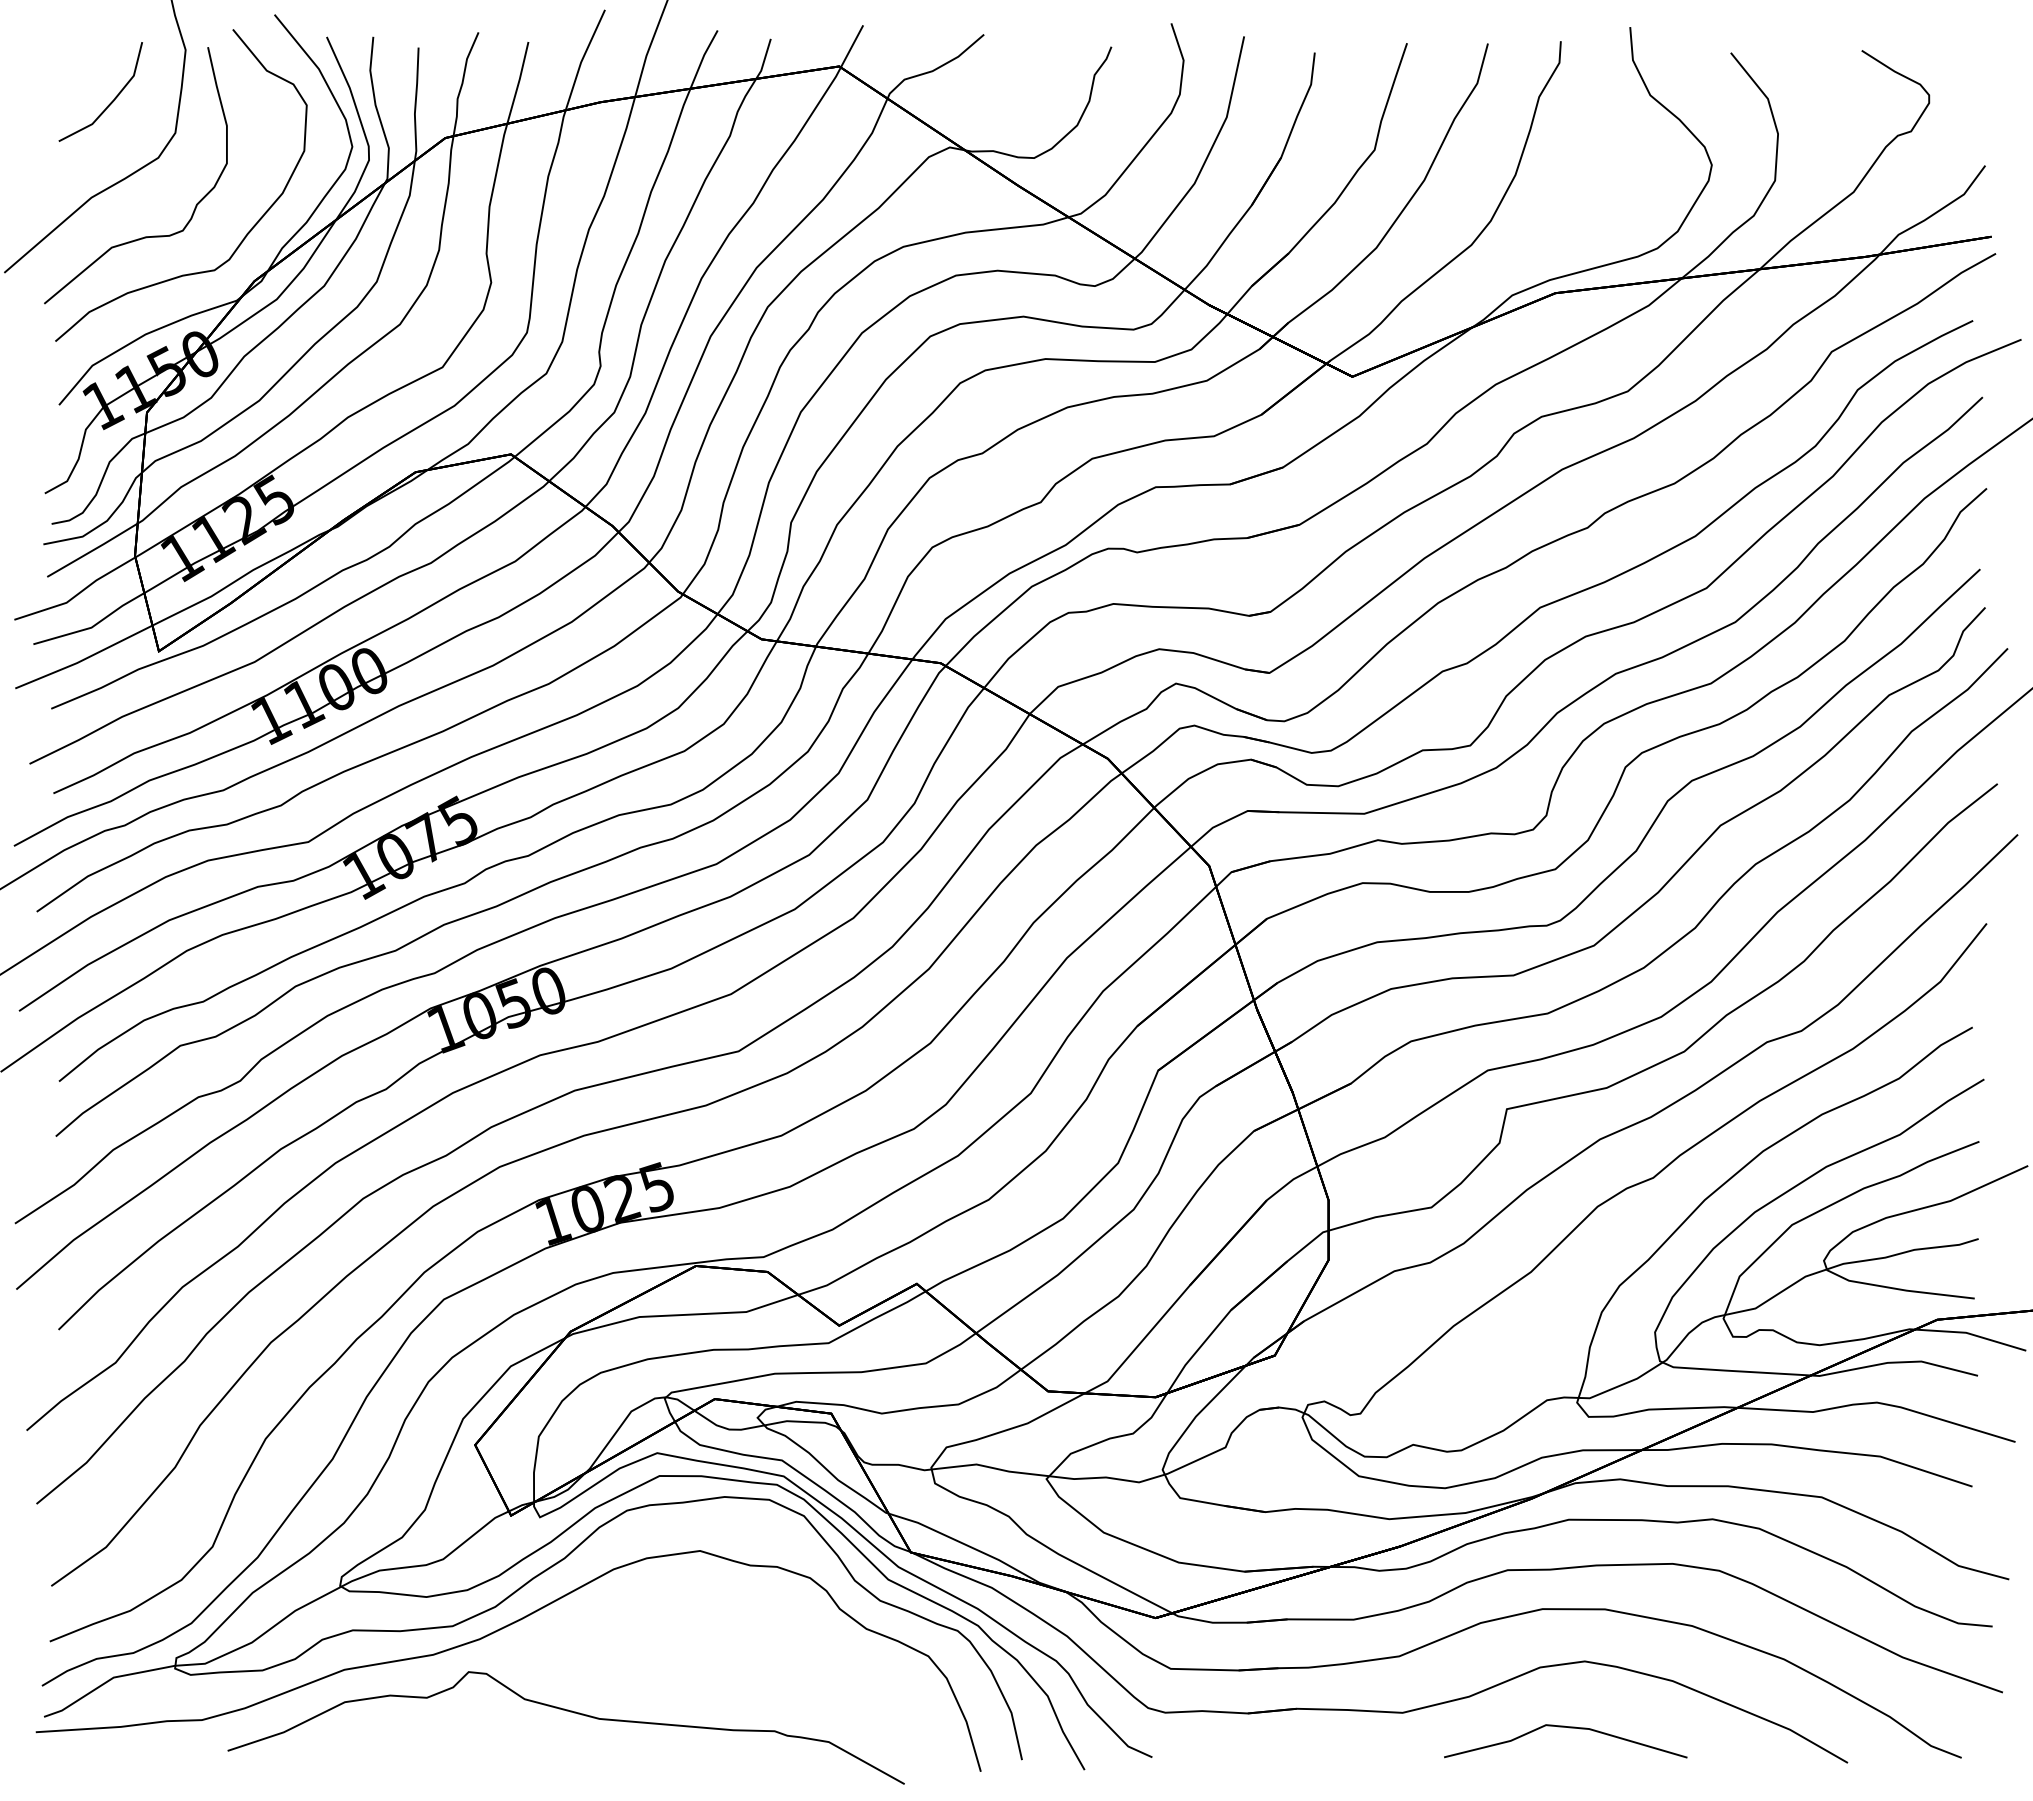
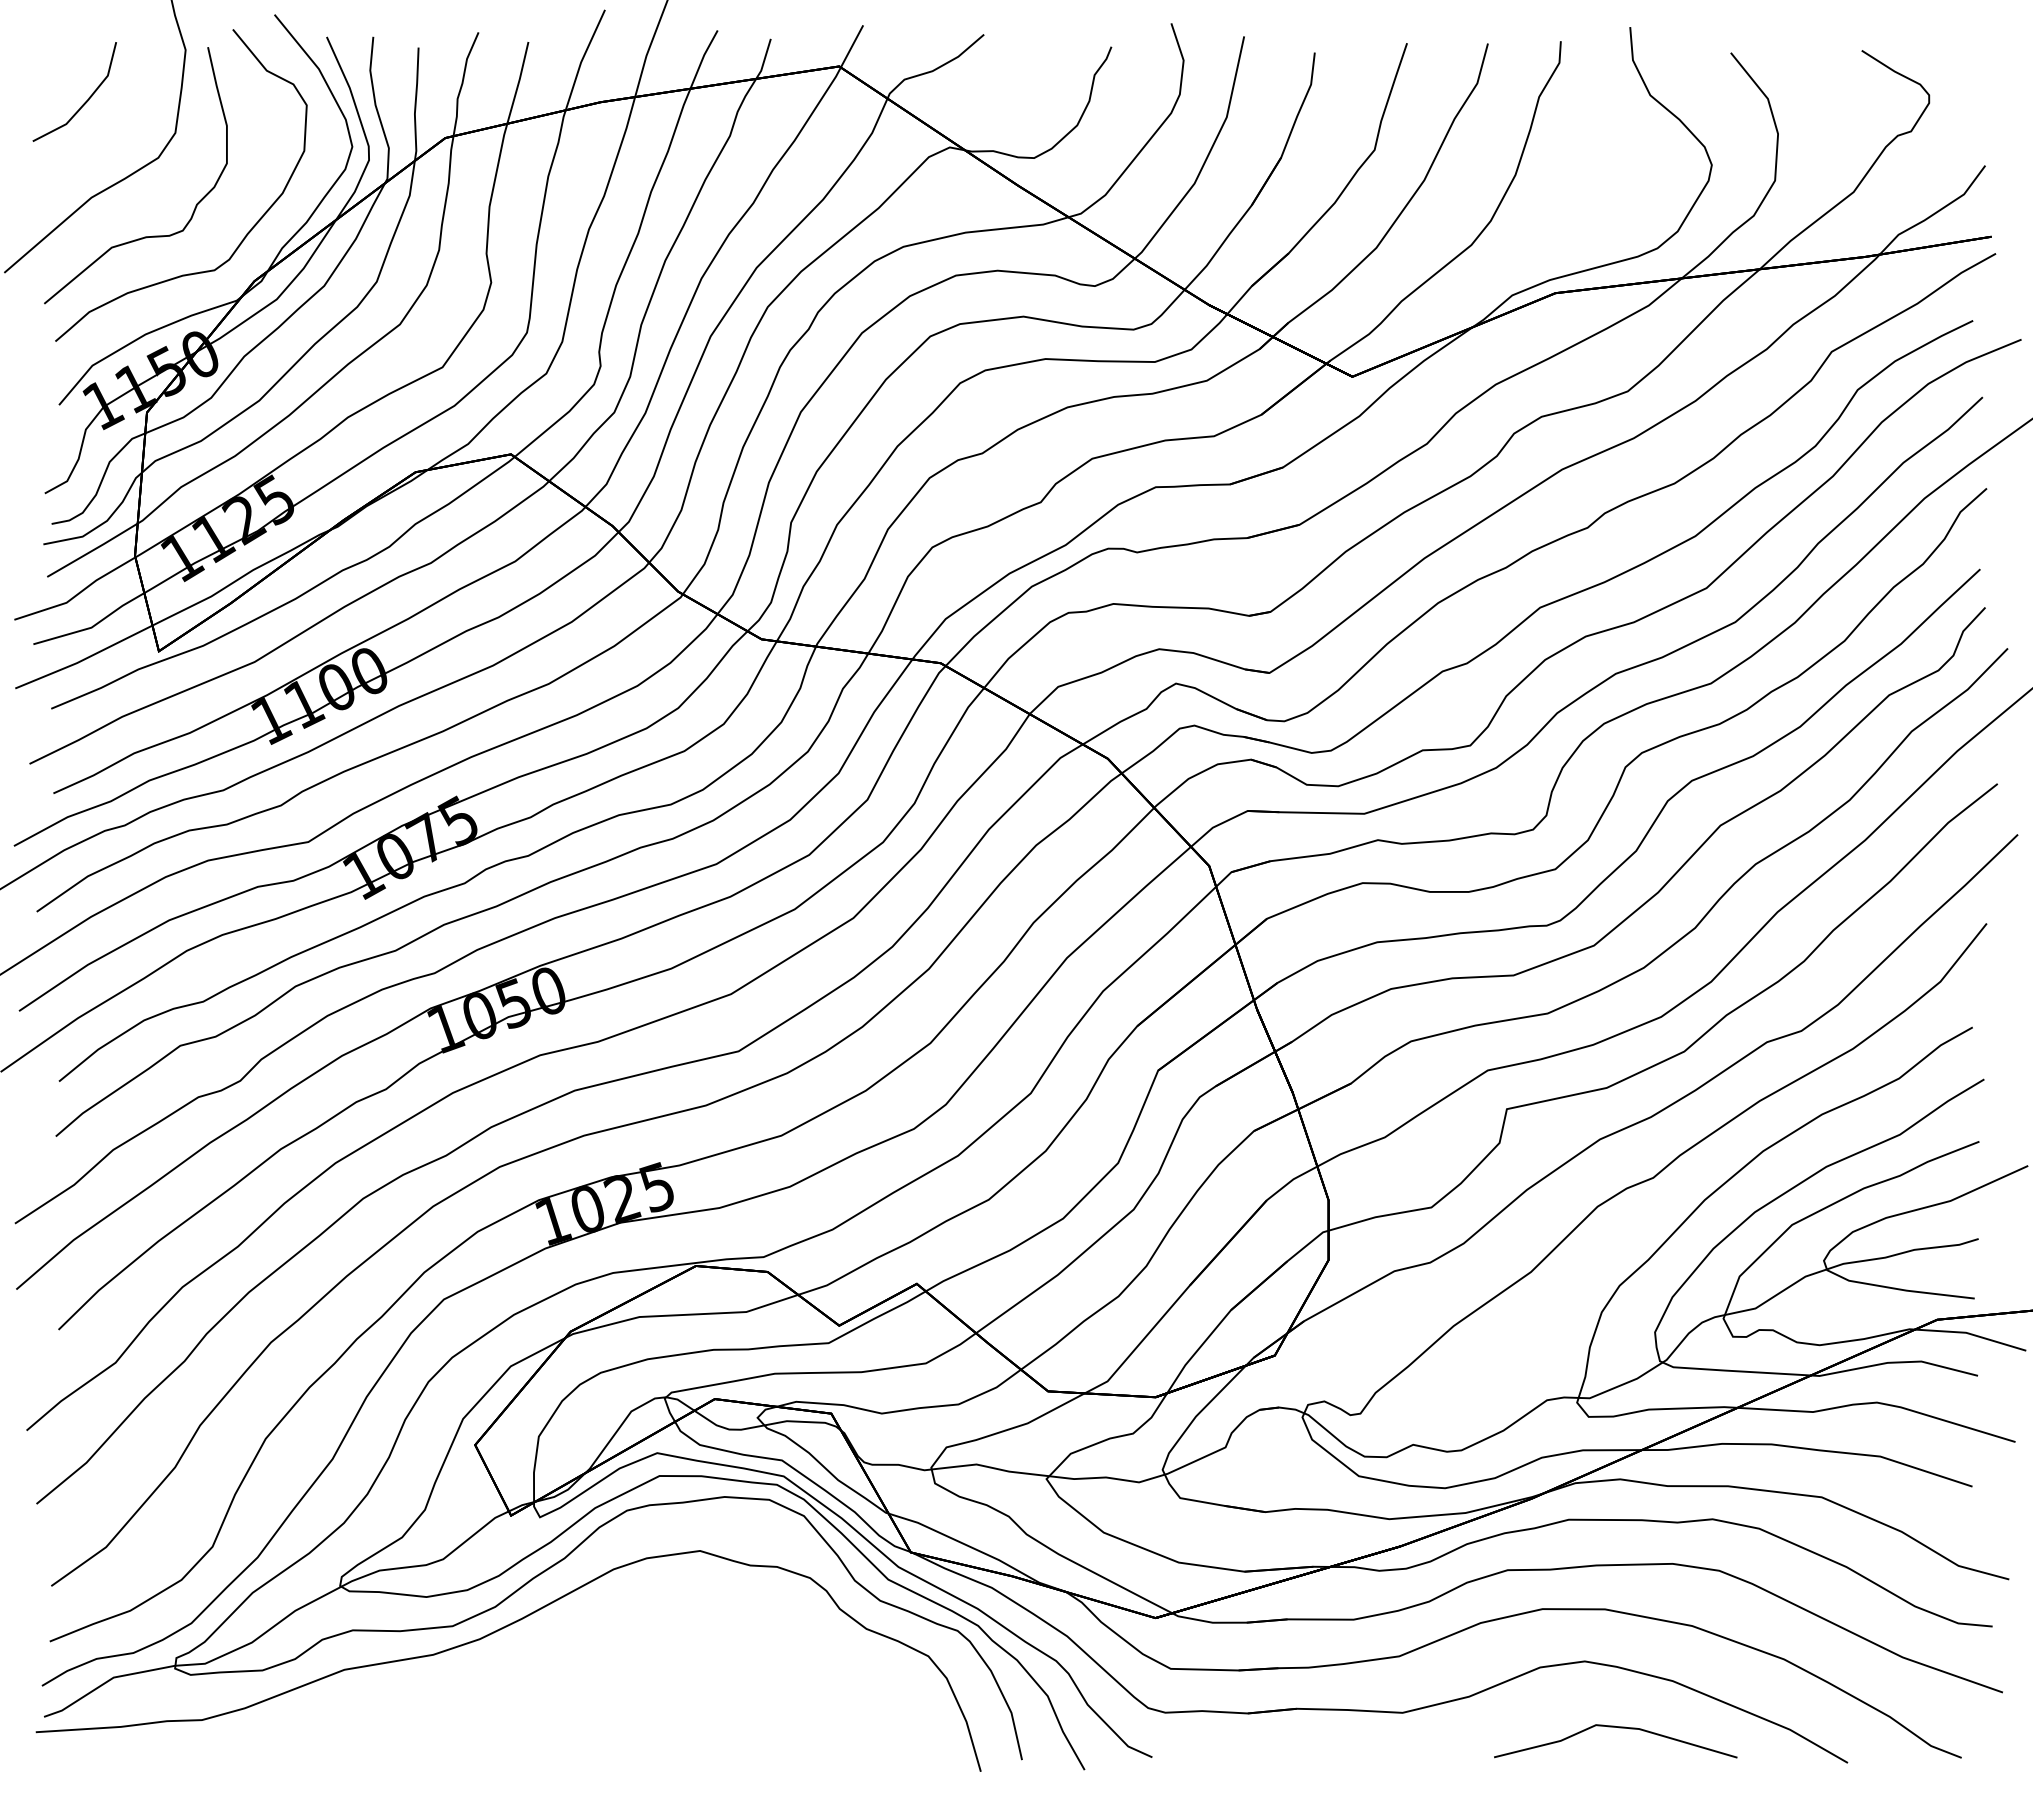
part at (111, 101) position: (111, 101) -> (85, 101)
curve at (570, 1712): present -> none
line at (1569, 1728) position: (1569, 1728) -> (1619, 1728)
